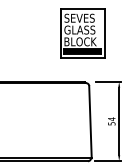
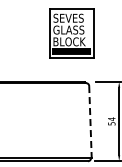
part at (82, 33) position: (82, 33) -> (71, 33)
line at (90, 122): solid -> dashed
